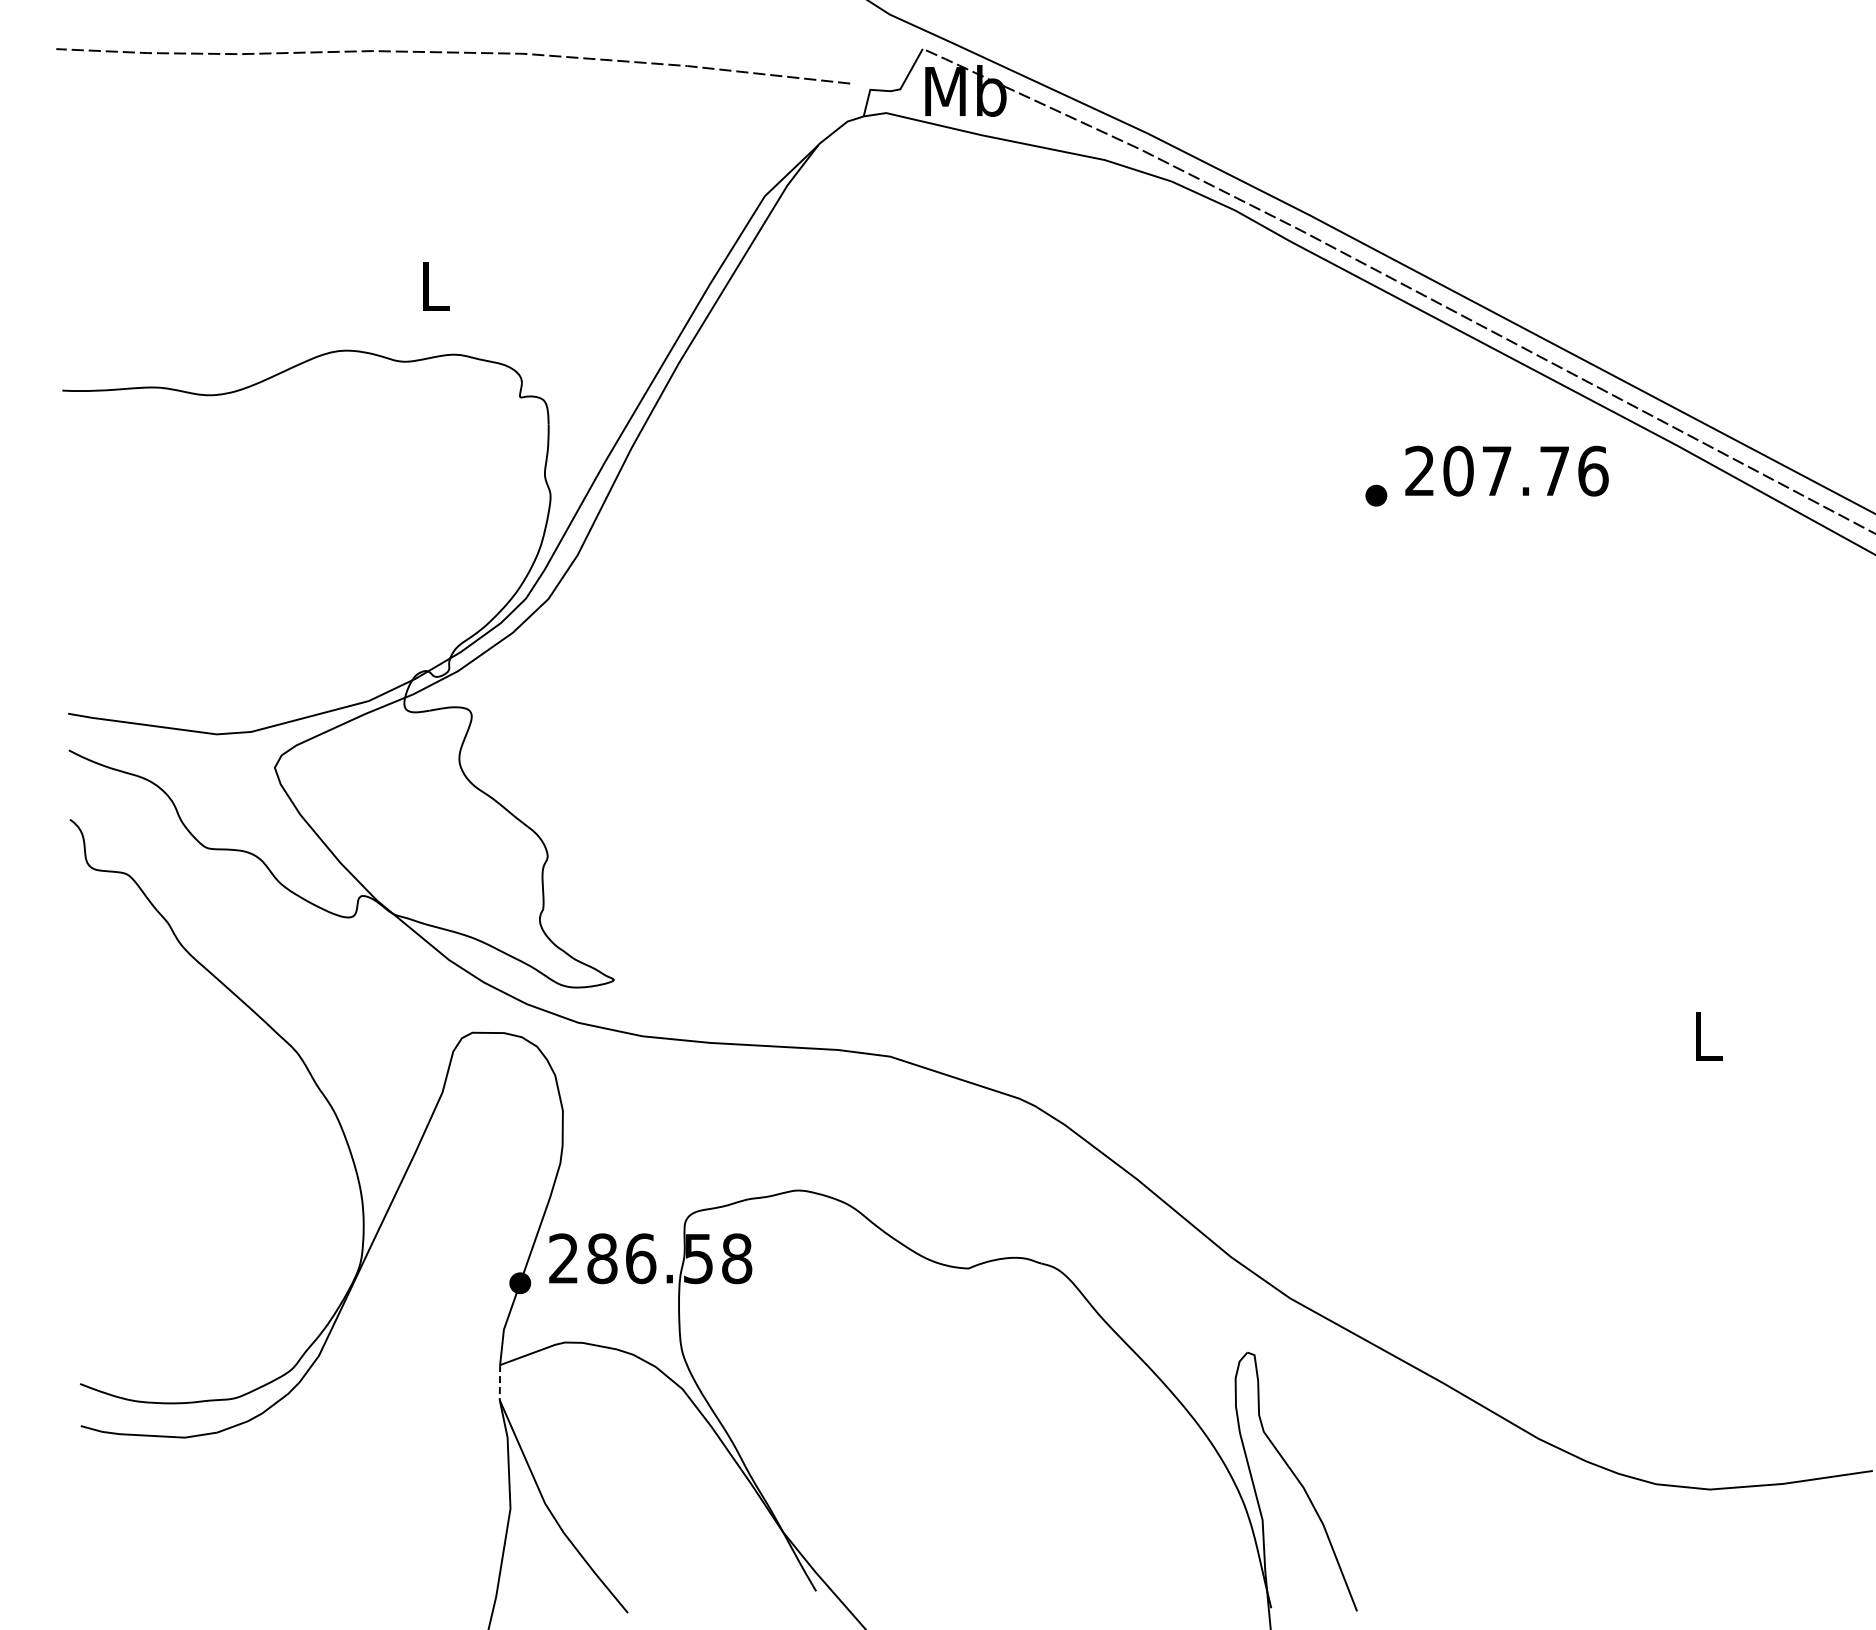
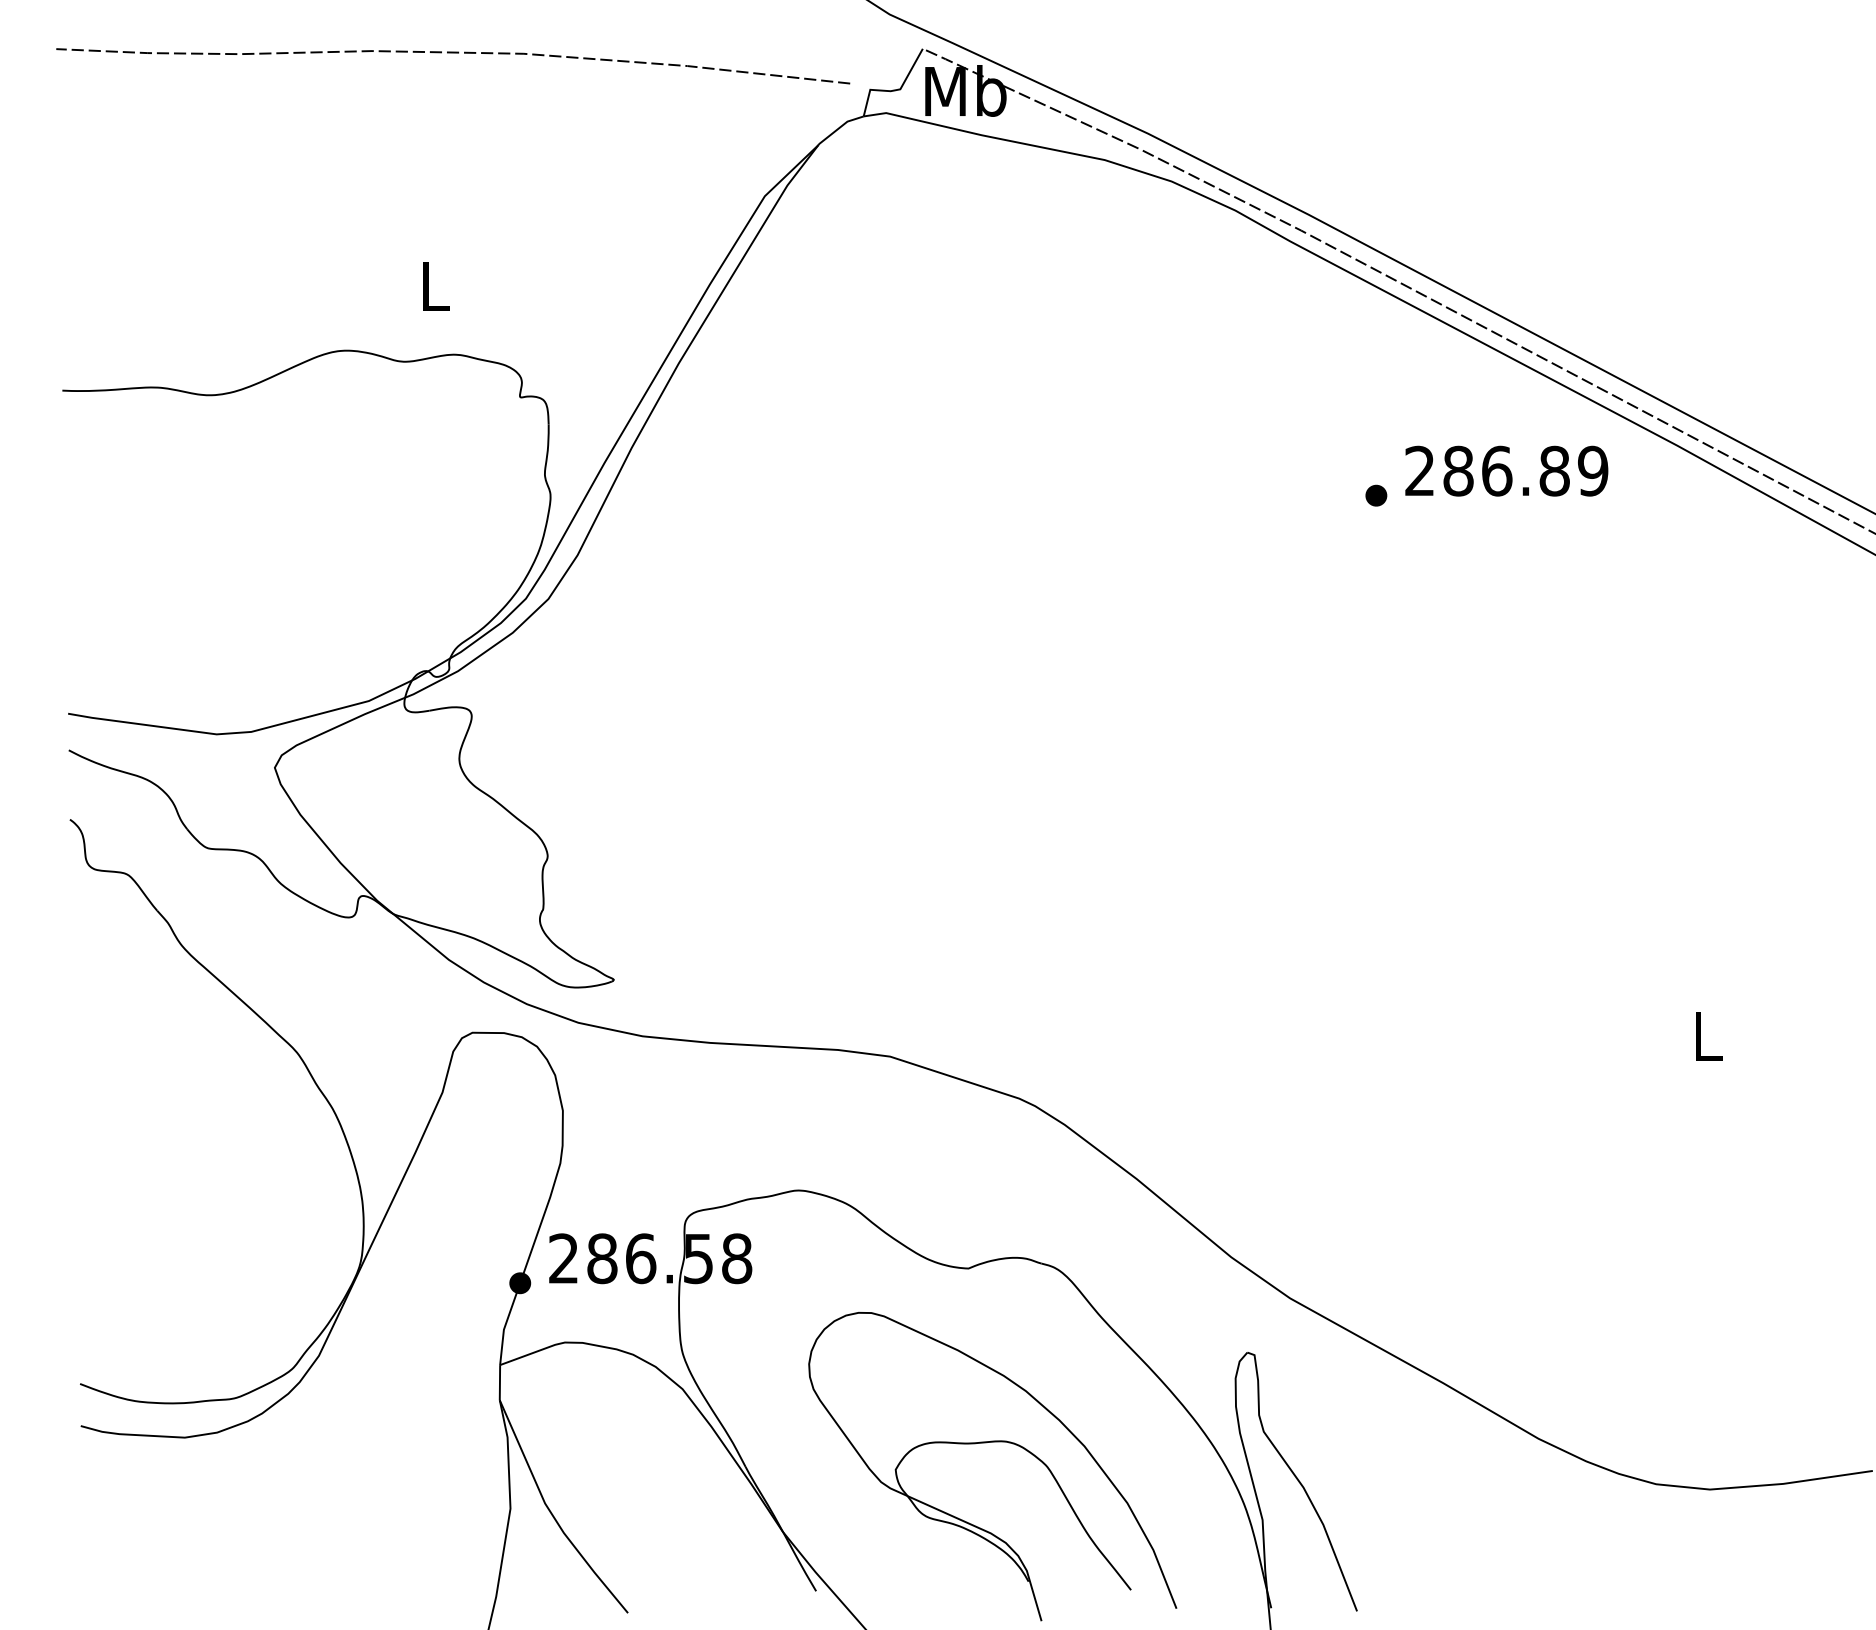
text at (1525, 470): 207.76 -> 286.89
line at (499, 1382): dashed -> solid
part at (986, 1443): none -> present
